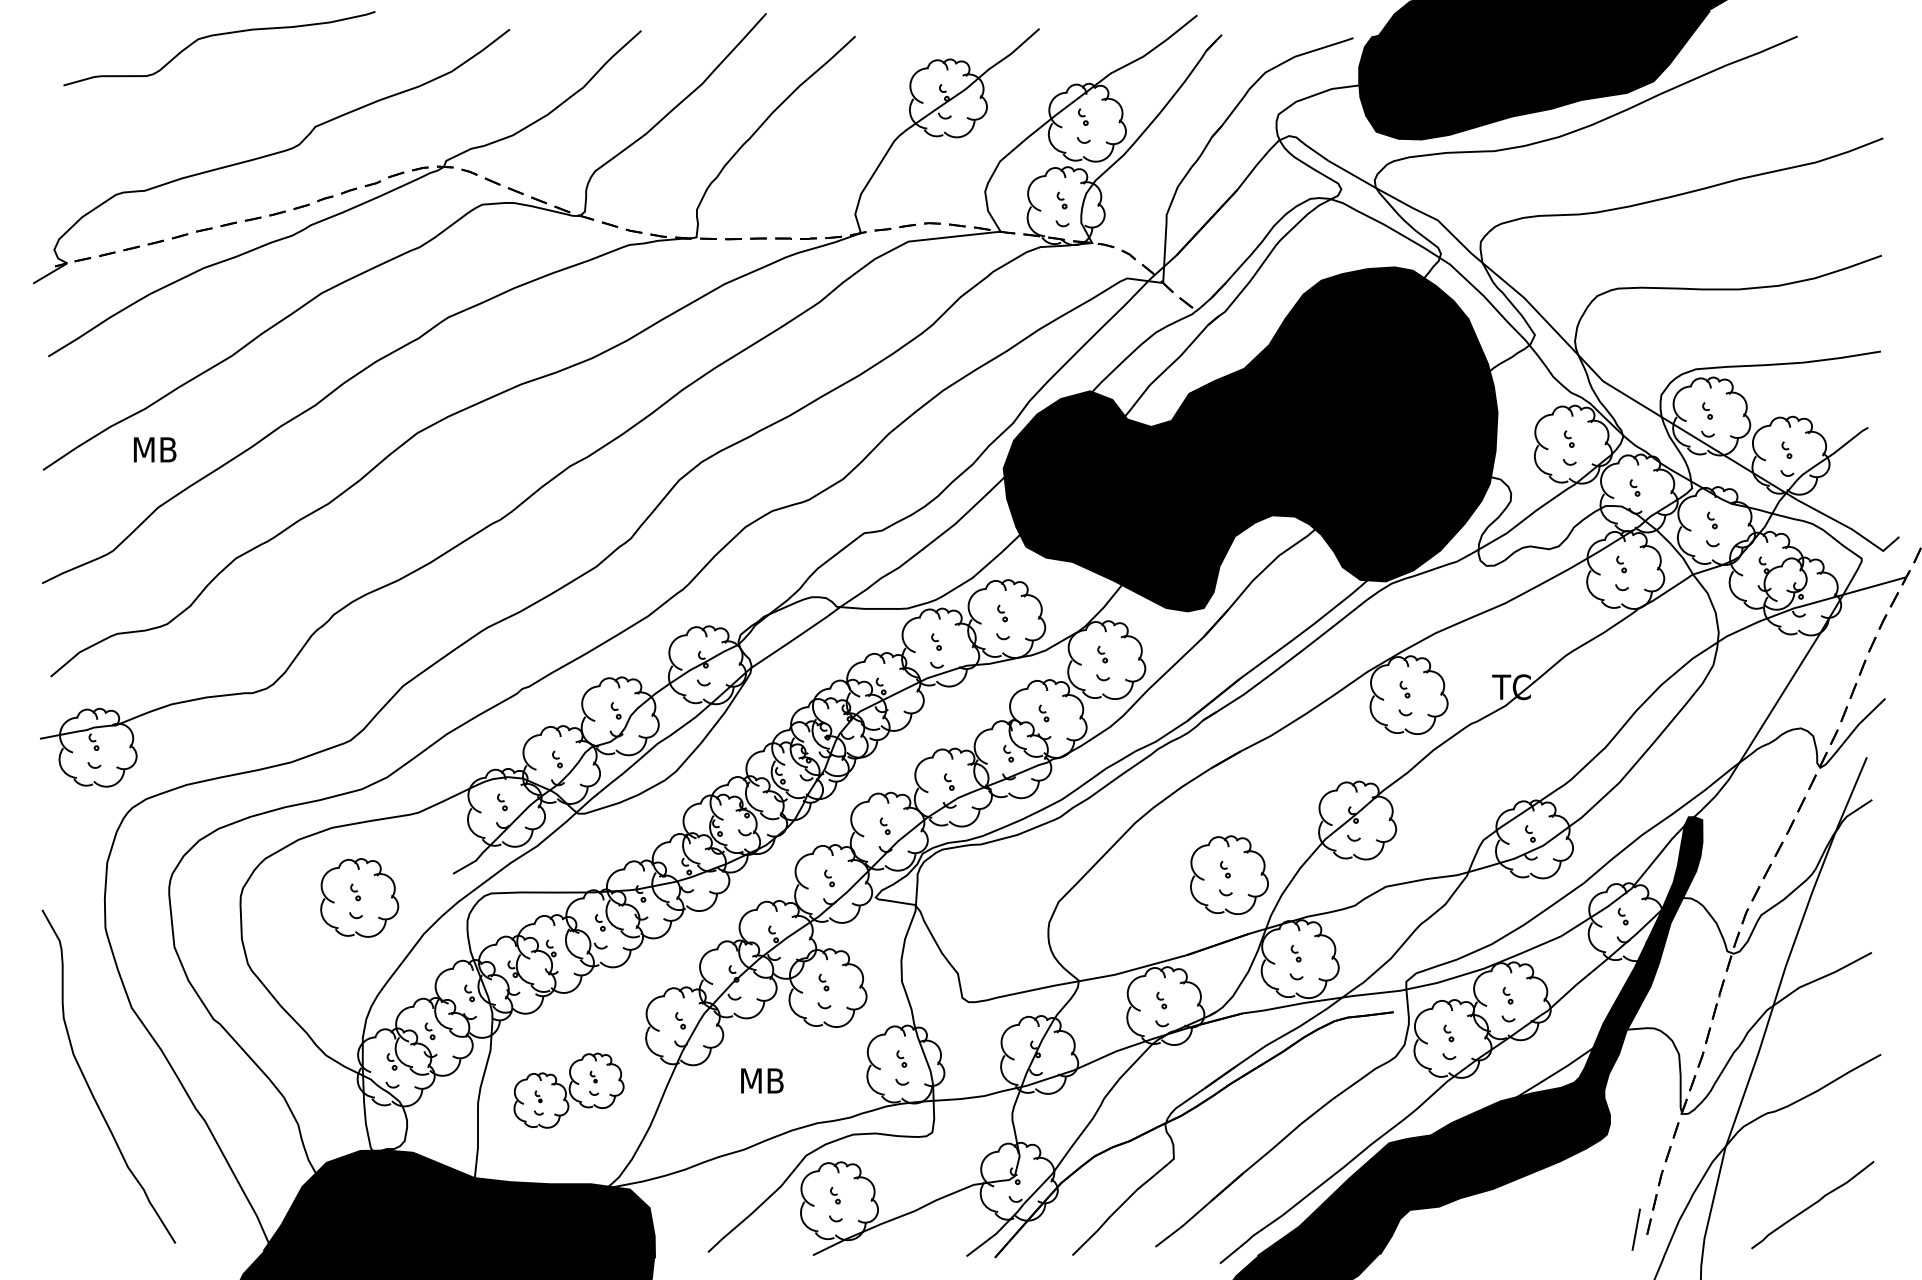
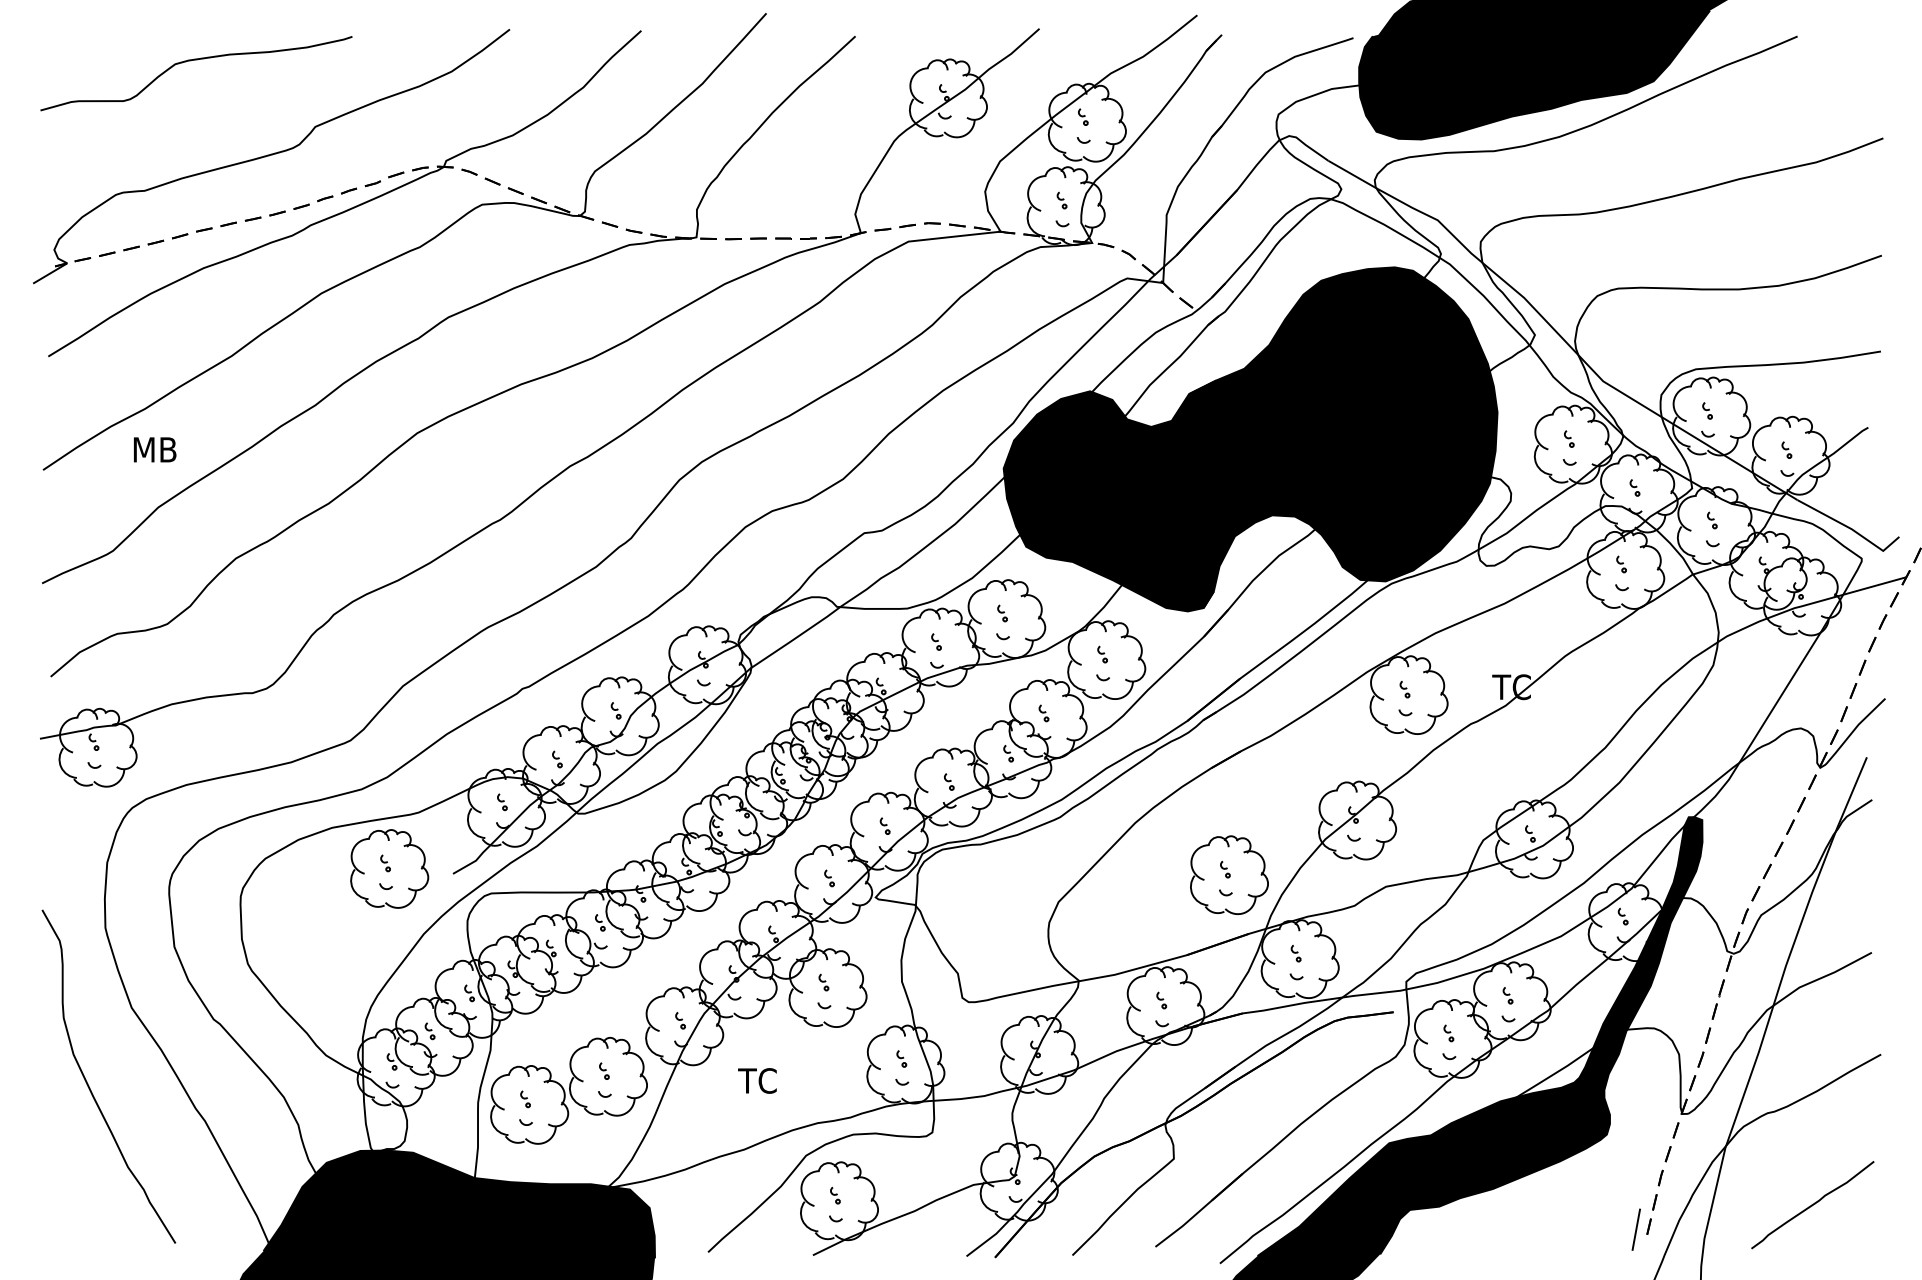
curve at (219, 35) position: (219, 35) -> (196, 60)
part at (359, 897) position: (359, 897) -> (389, 868)
text at (760, 1080): MB -> TC
part at (568, 1090) size: 112x77 px -> 158x109 px
